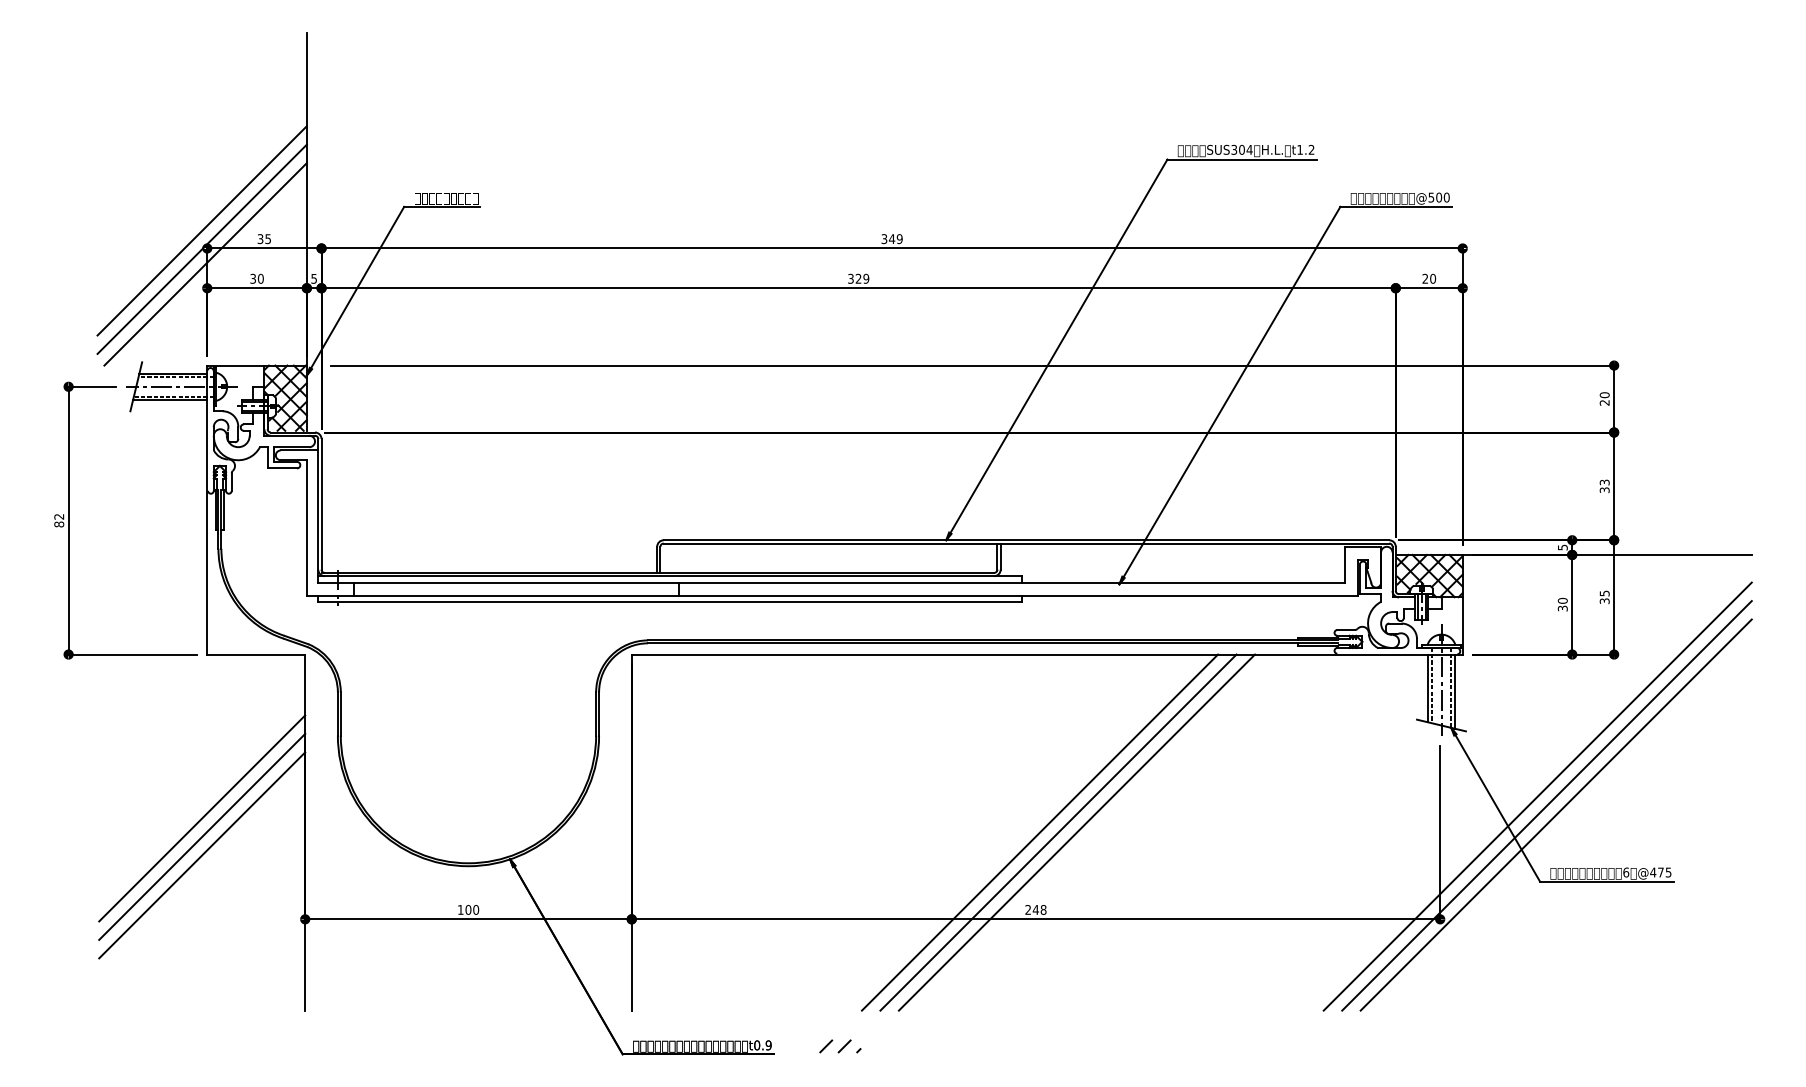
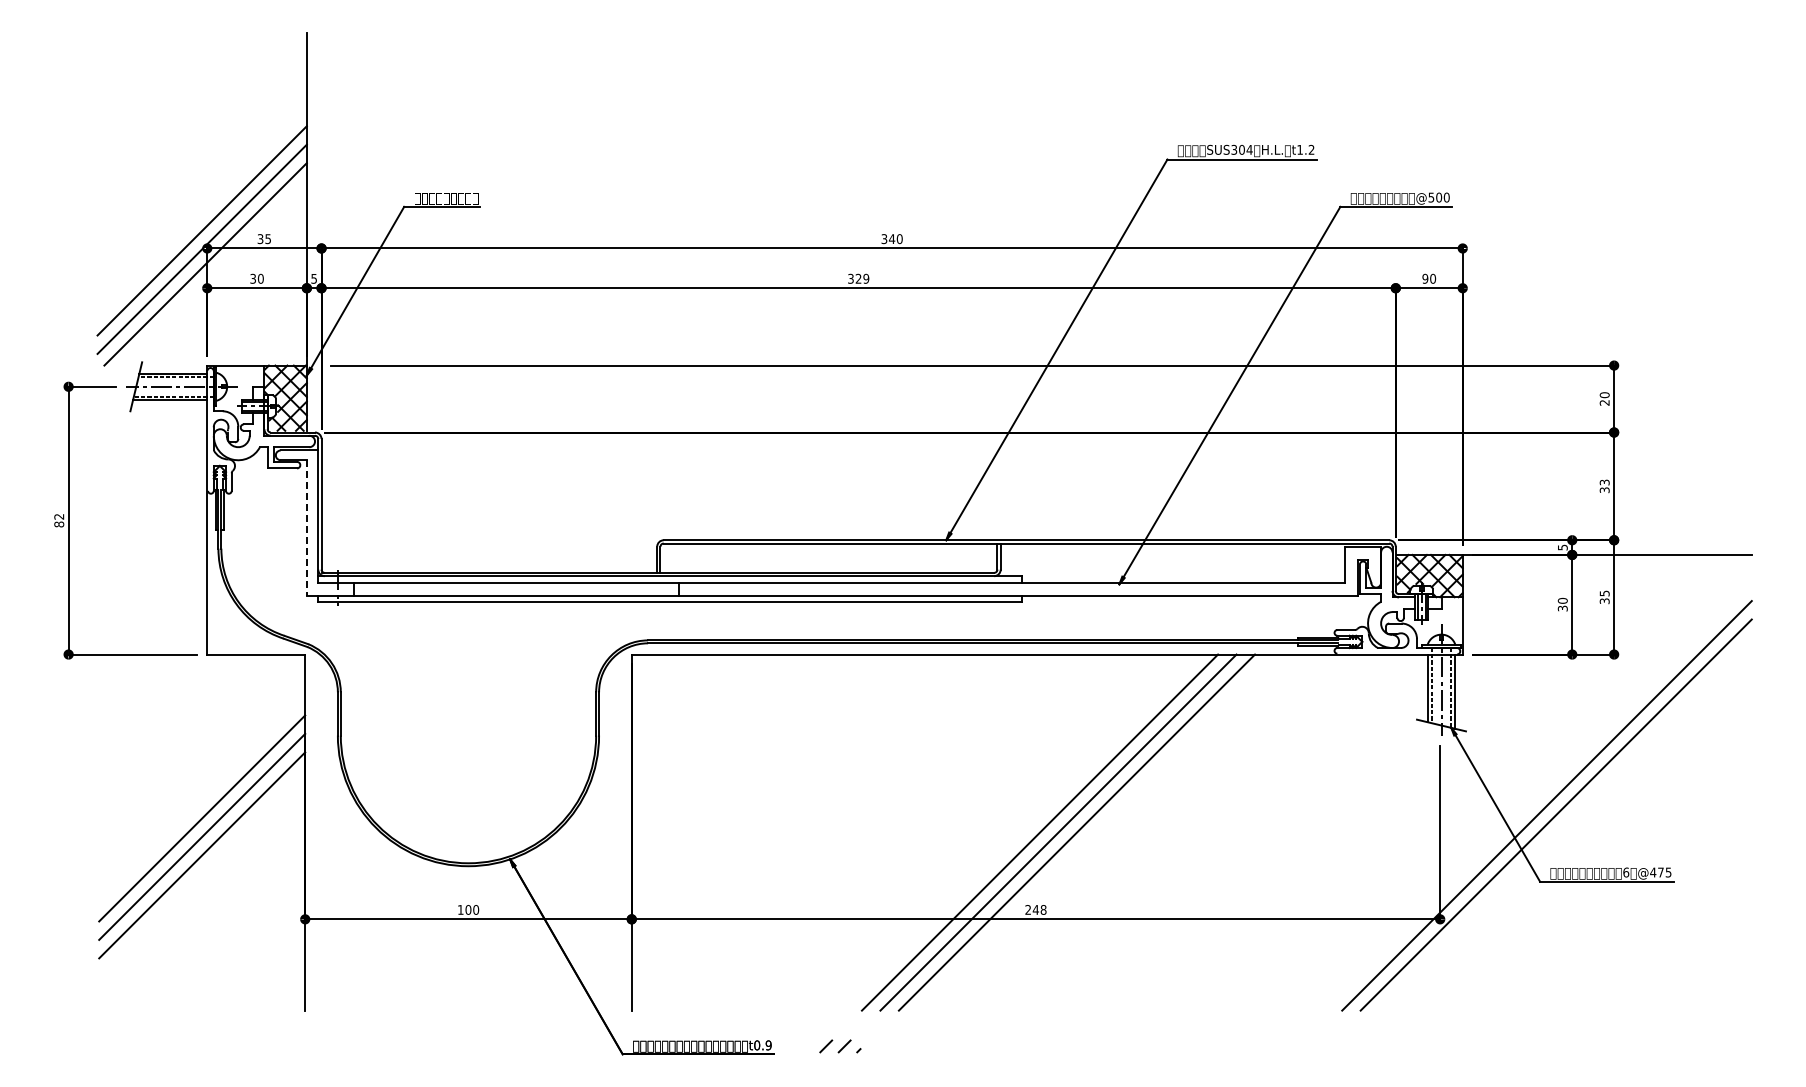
text at (899, 239): 349 -> 340
text at (1425, 278): 20 -> 90
line at (306, 528): solid -> dashed
line at (1537, 796): present -> none
